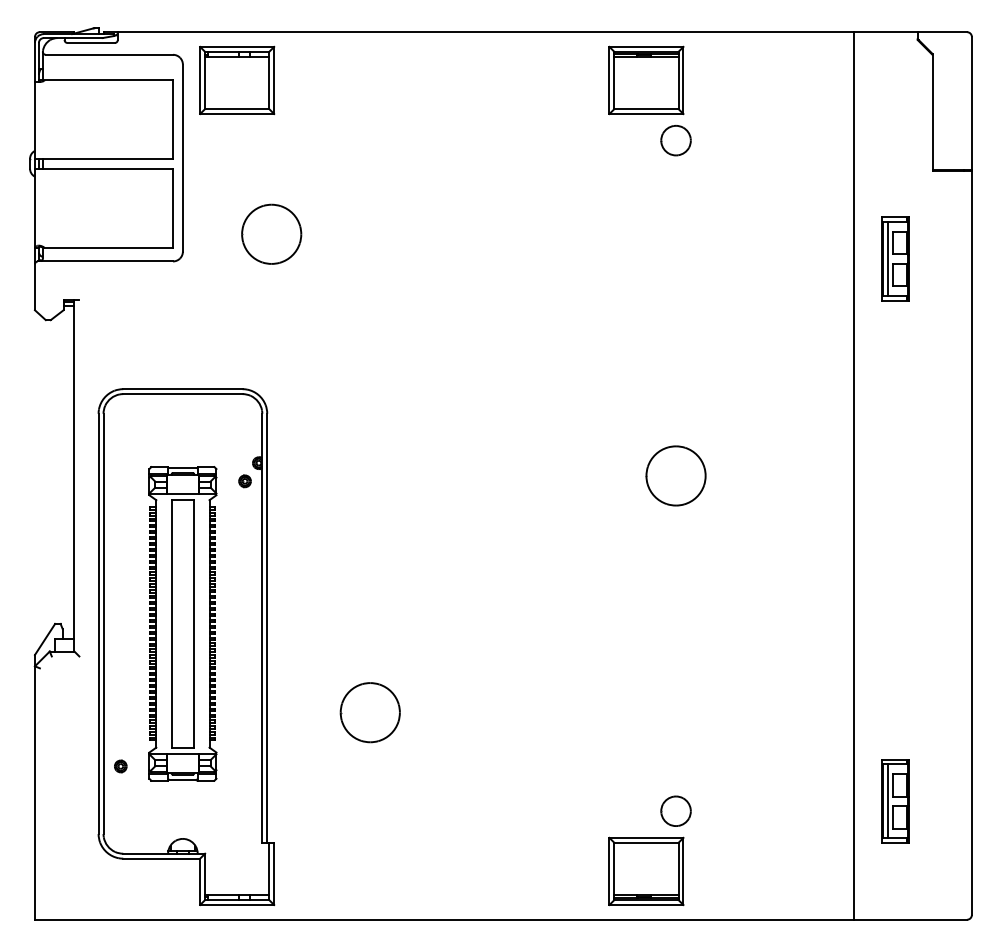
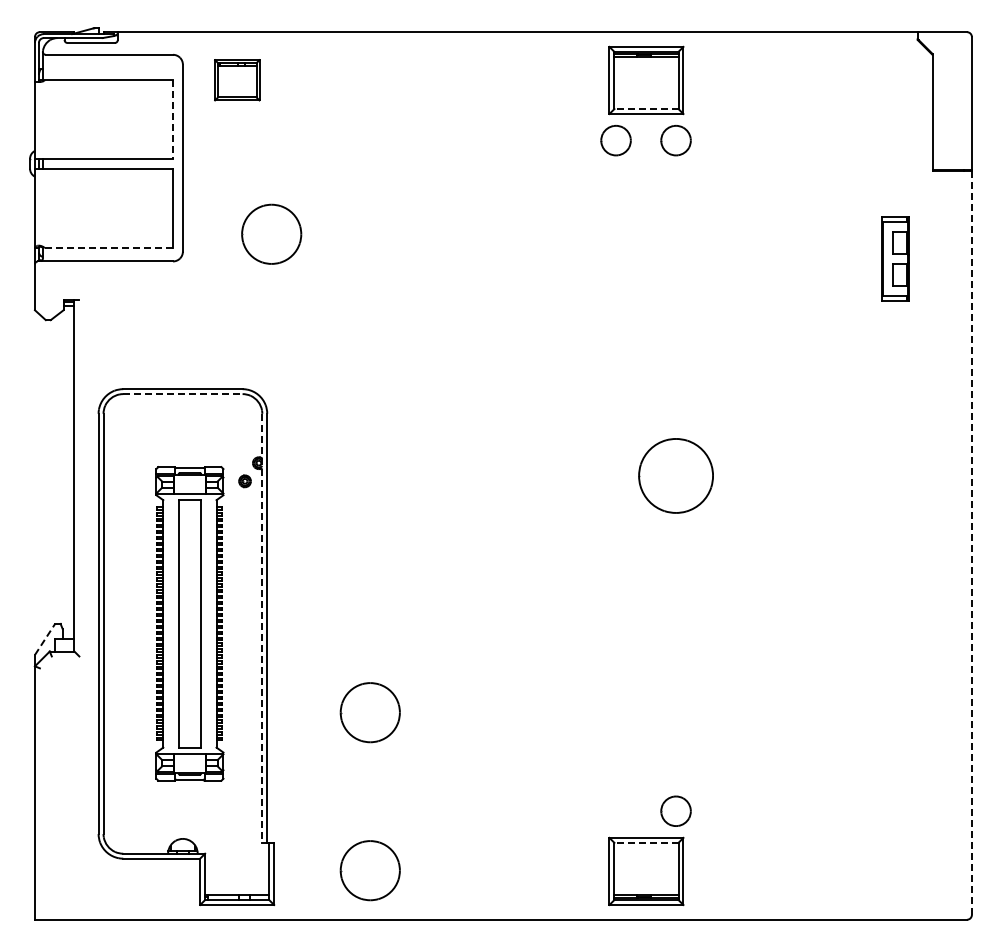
part at (237, 79) size: 77x70 px -> 47x43 px
line at (645, 109): solid -> dashed
line at (173, 119): solid -> dashed
part at (615, 140): none -> present
line at (108, 247): solid -> dashed
line at (888, 258): present -> none
line at (182, 394): solid -> dashed
part at (675, 475) size: 62x62 px -> 76x76 px
line at (853, 475): present -> none
line at (971, 543): solid -> dashed
part at (182, 623) position: (182, 623) -> (189, 623)
line at (262, 628): solid -> dashed
line at (45, 639): solid -> dashed
part at (120, 766): present -> none
part at (895, 801): present -> none
line at (645, 842): solid -> dashed
part at (369, 870): none -> present
